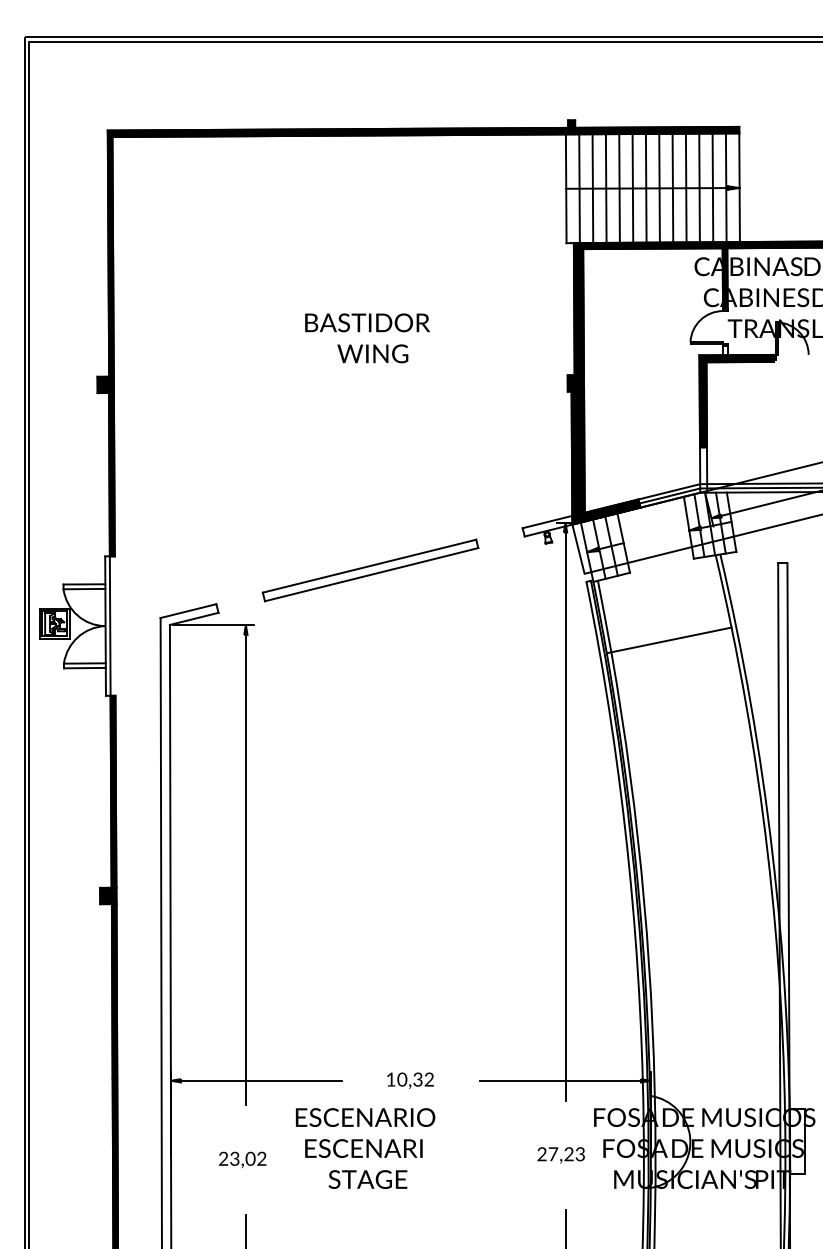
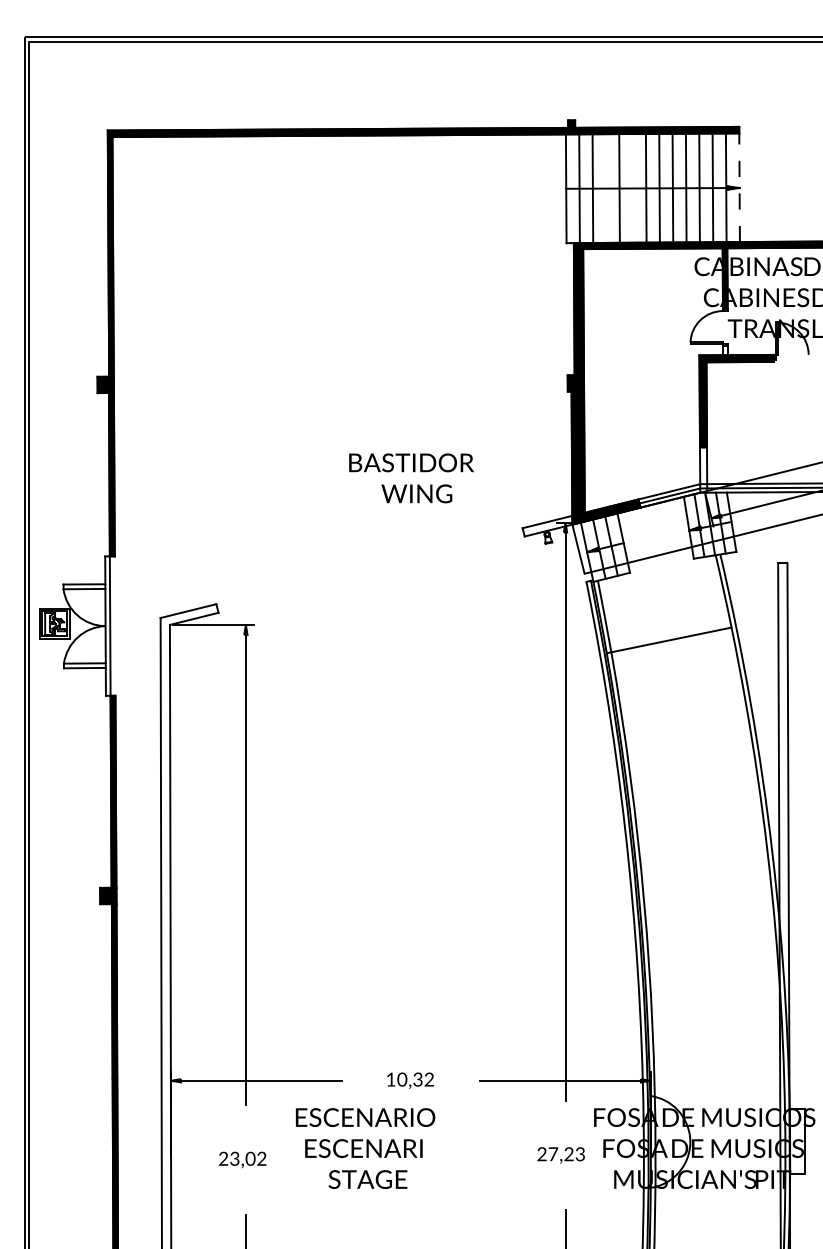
line at (739, 187): solid -> dashed
line at (605, 188): present -> none
line at (632, 188): present -> none
text at (367, 338) position: (367, 338) -> (411, 478)
part at (370, 570): present -> none
